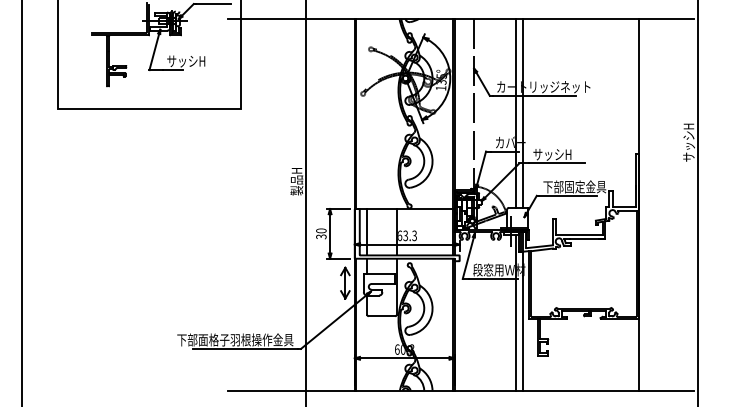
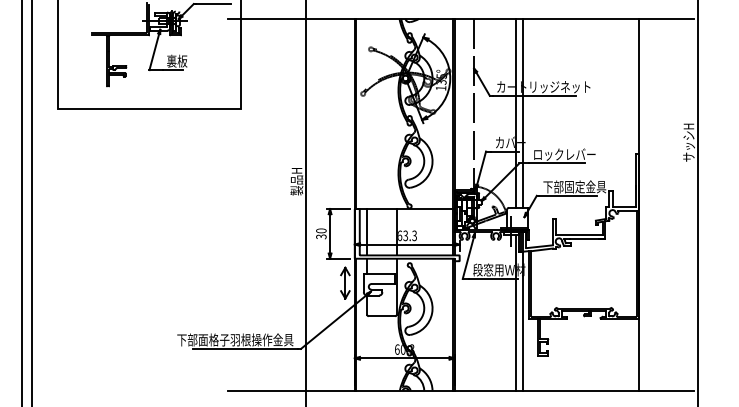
text at (186, 60): サッシH -> 裏板
text at (564, 154): サッシH -> ロックレバー
line at (32, 202): none -> present
